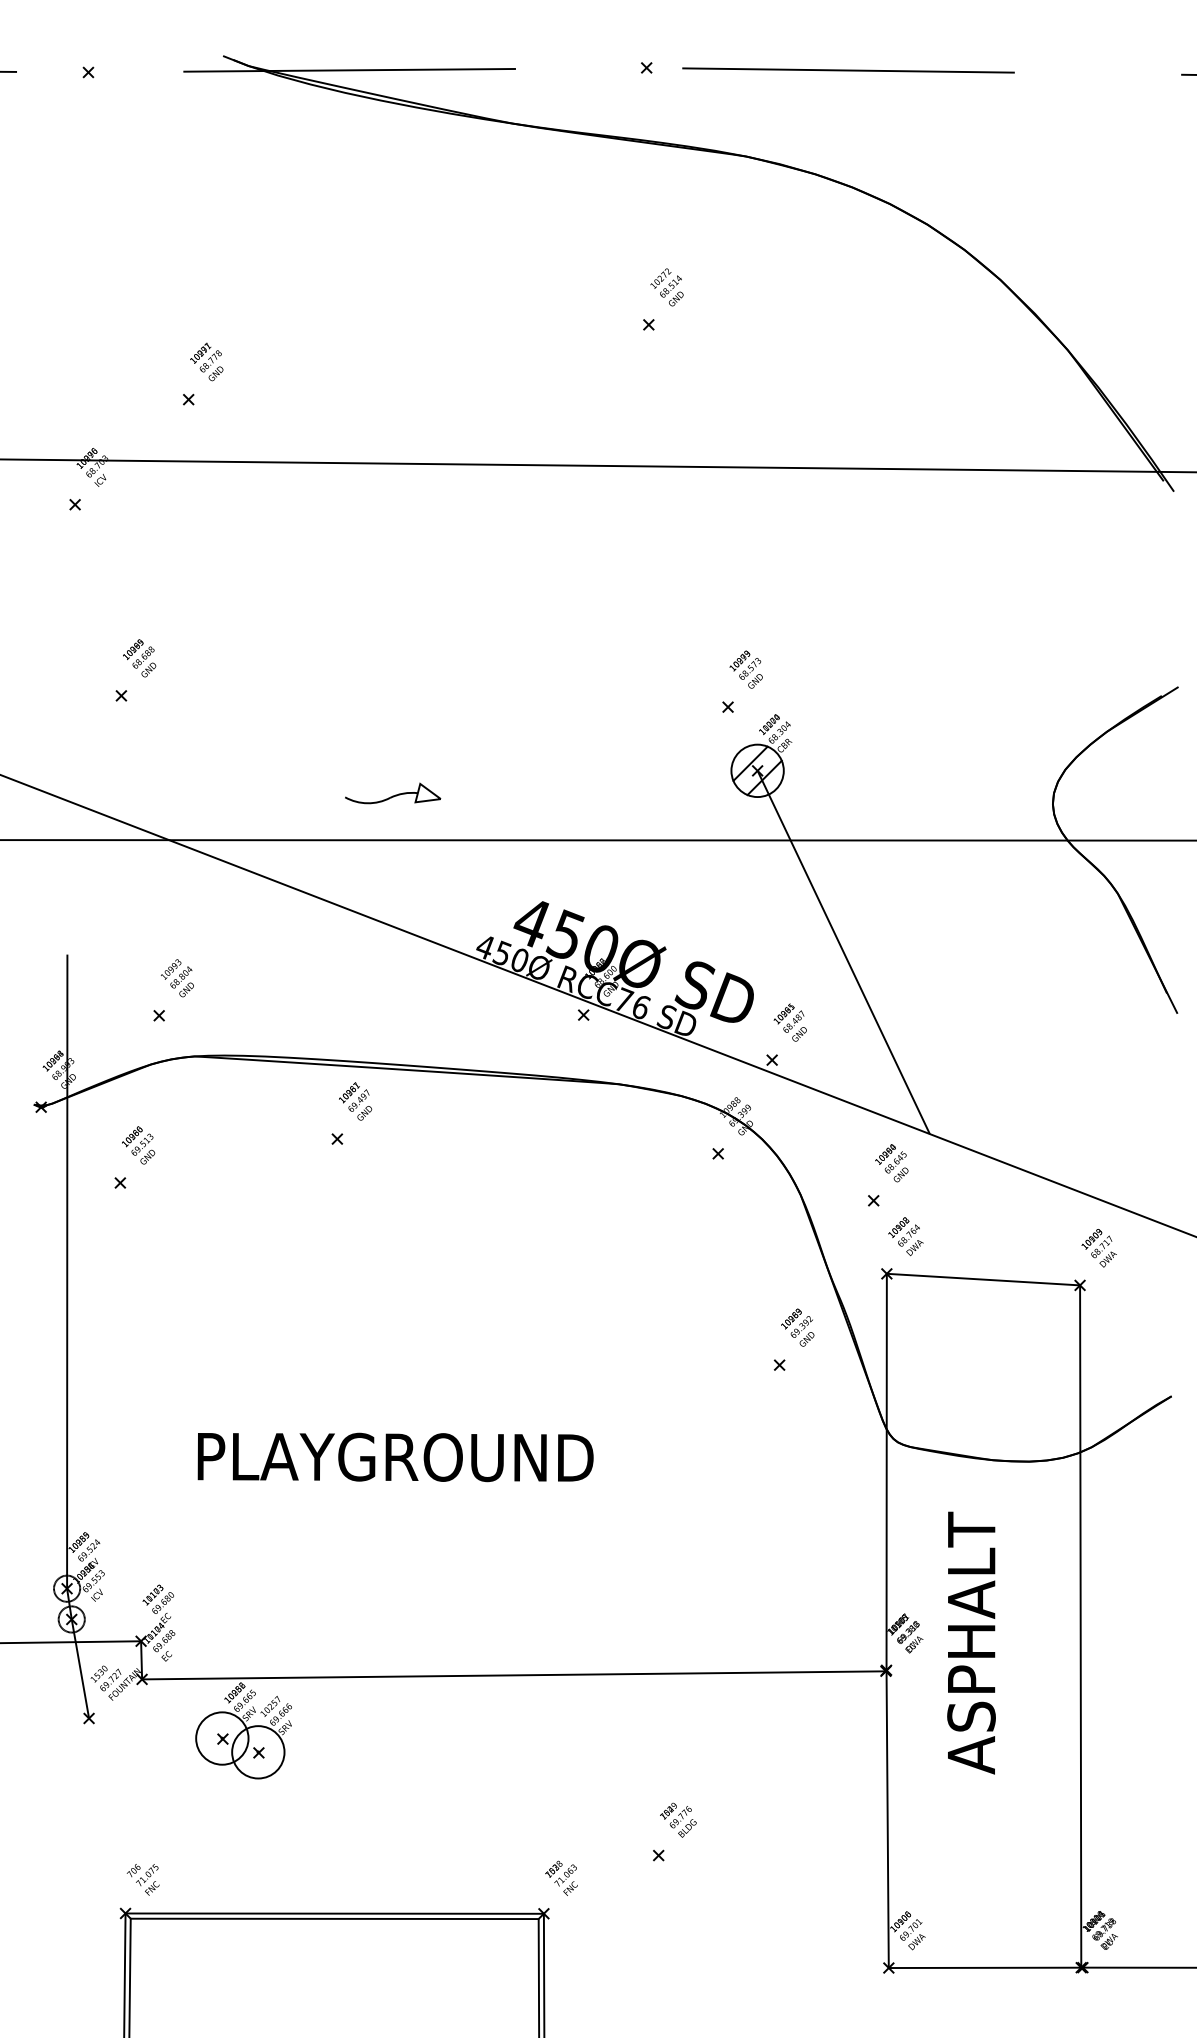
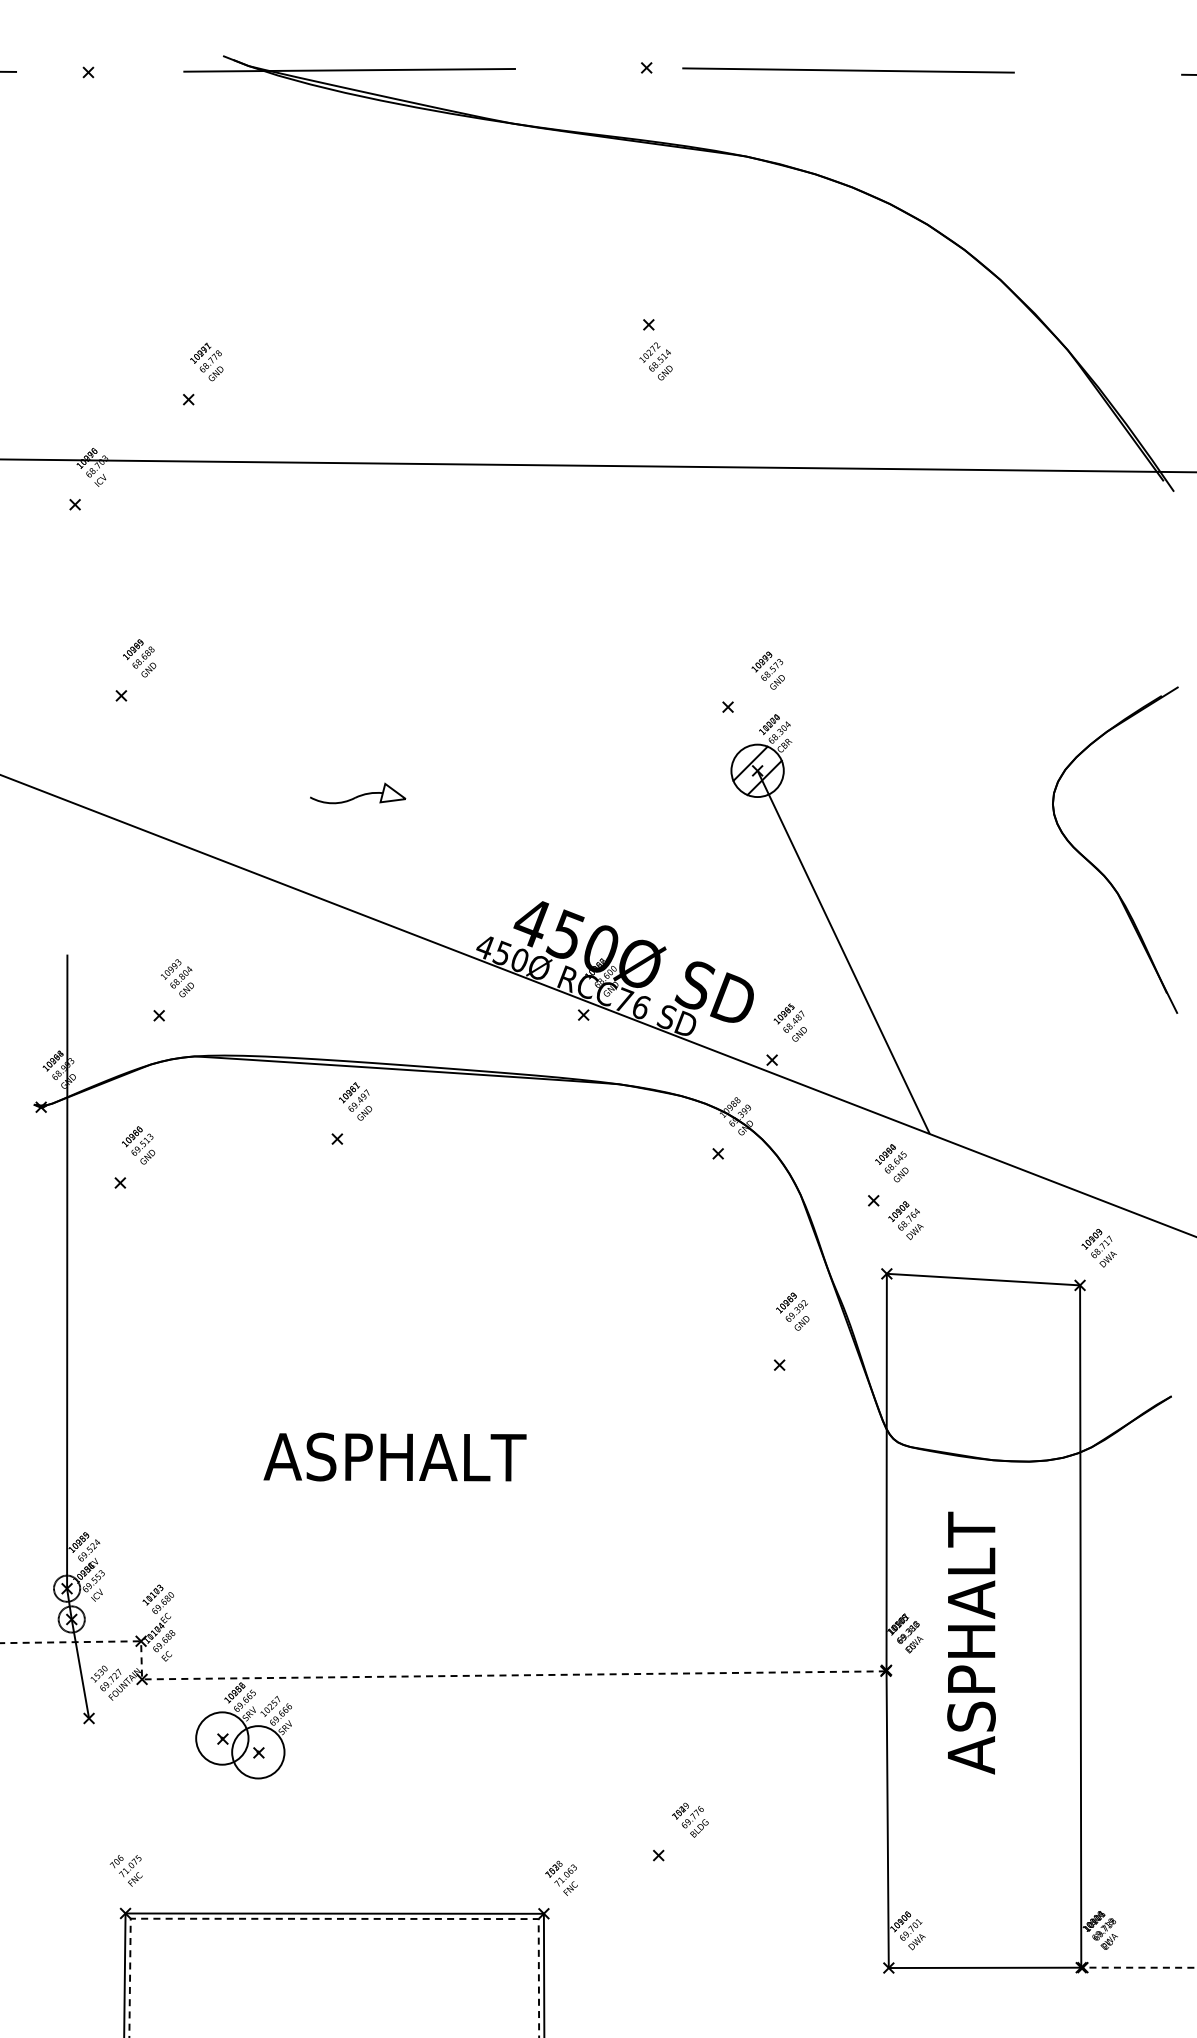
text at (666, 287) position: (666, 287) -> (655, 361)
text at (745, 669) position: (745, 669) -> (767, 670)
part at (393, 793) position: (393, 793) -> (358, 793)
line at (597, 840): present -> none
text at (905, 1236) position: (905, 1236) -> (905, 1220)
text at (797, 1327) position: (797, 1327) -> (792, 1311)
text at (395, 1457): PLAYGROUND -> ASPHALT
line at (423, 1676): solid -> dashed
text at (678, 1819) position: (678, 1819) -> (690, 1819)
text at (142, 1879) position: (142, 1879) -> (125, 1870)
line at (333, 1918): solid -> dashed
line at (1139, 1967): solid -> dashed
